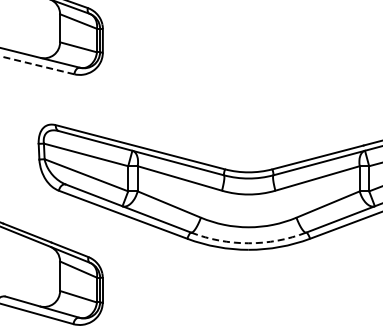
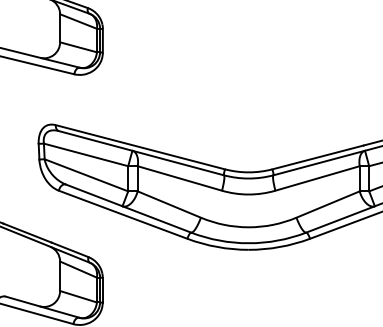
line at (37, 65): dashed -> solid
arc at (248, 243): dashed -> solid
